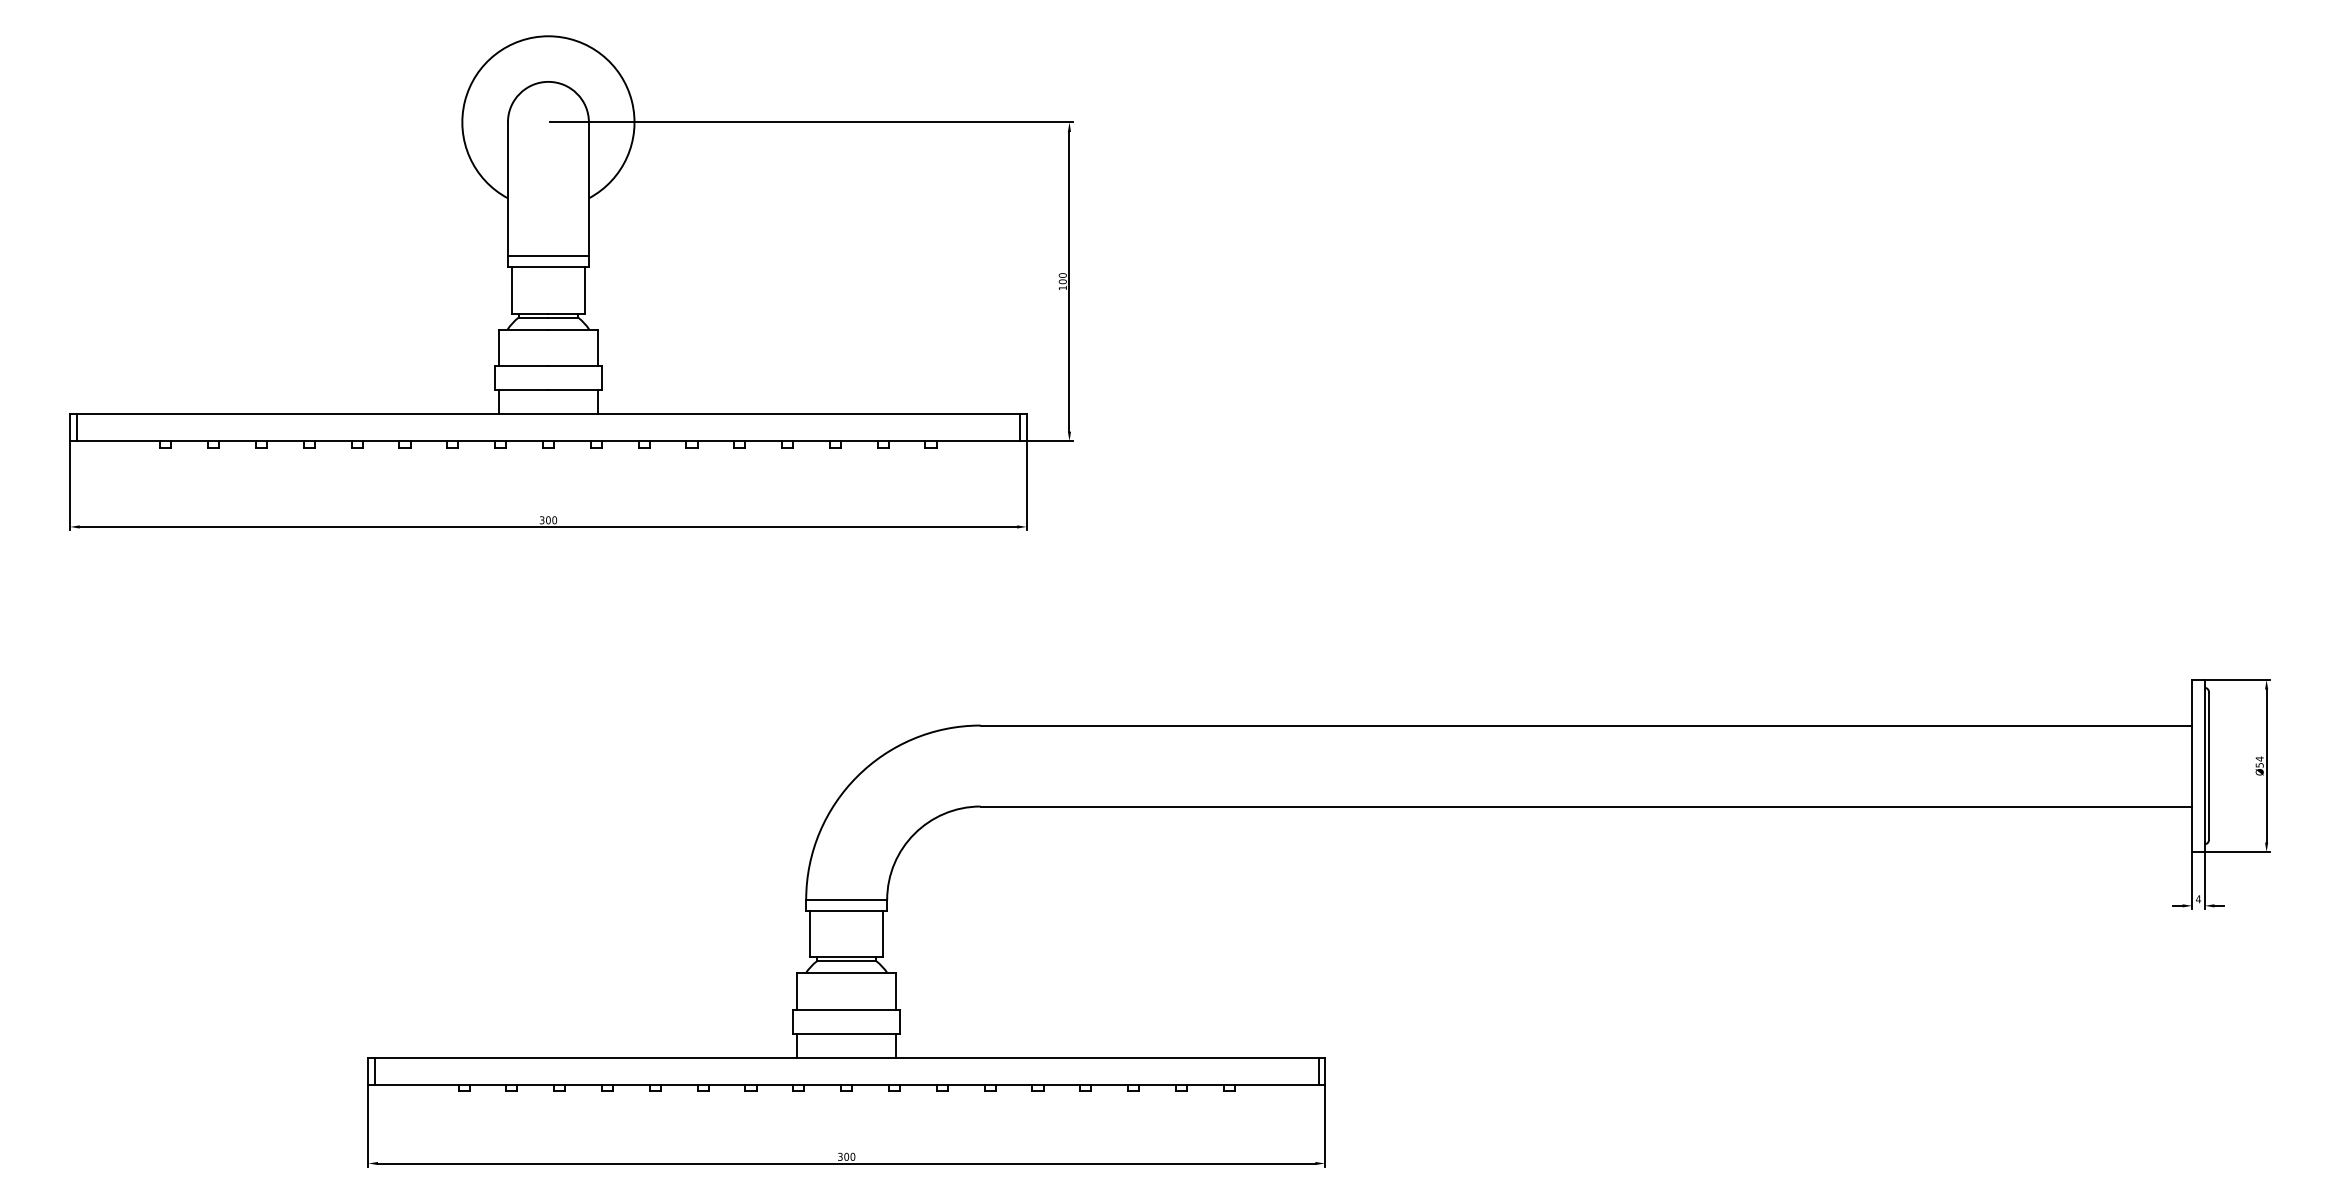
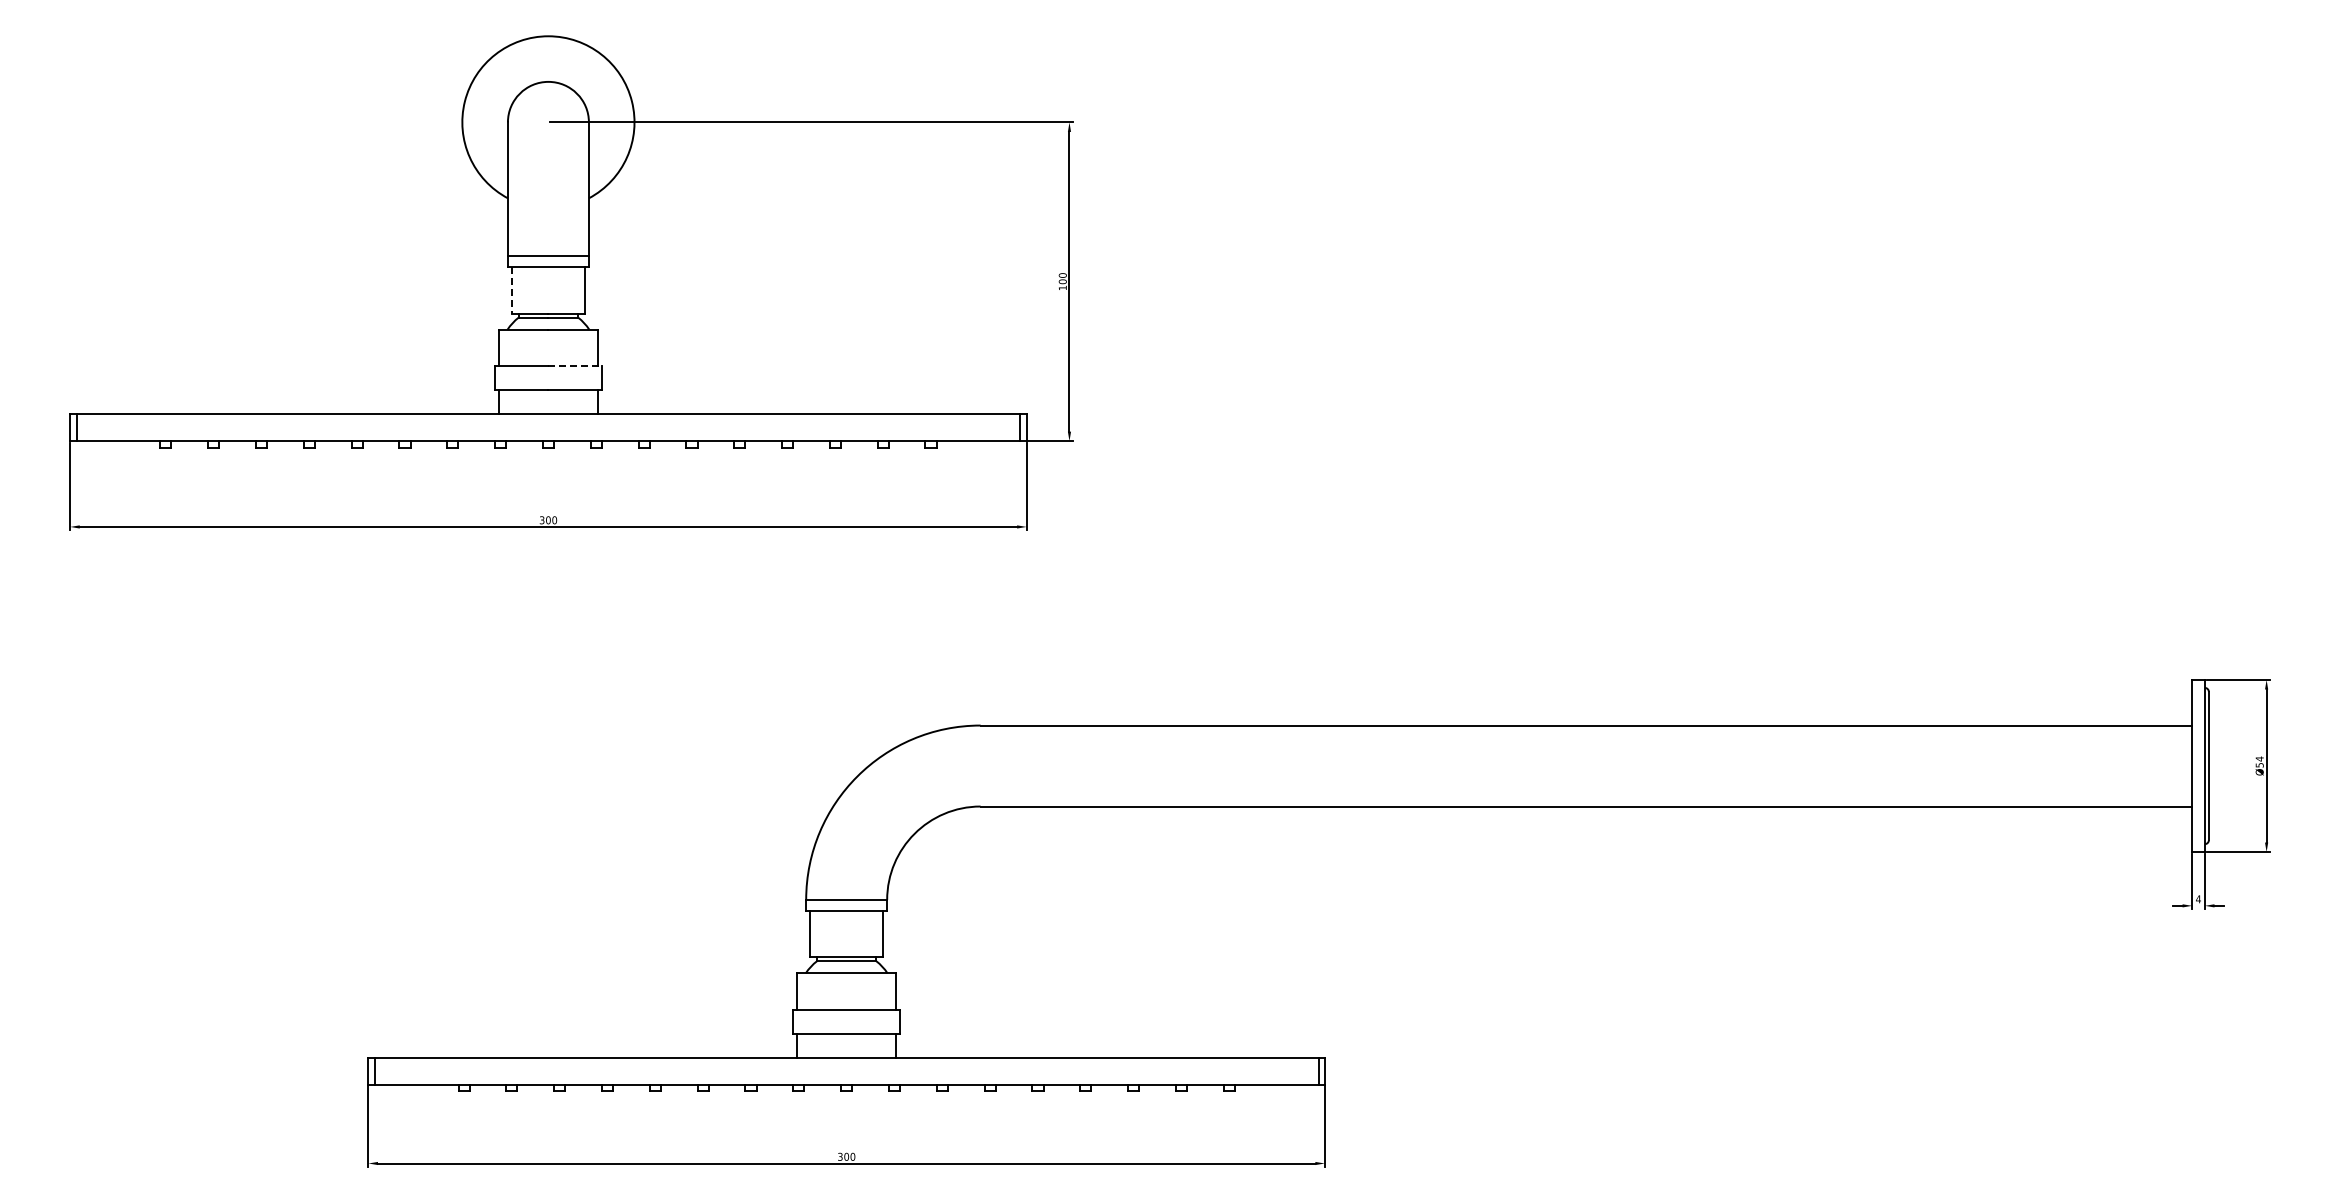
line at (511, 291): solid -> dashed
line at (575, 366): solid -> dashed
